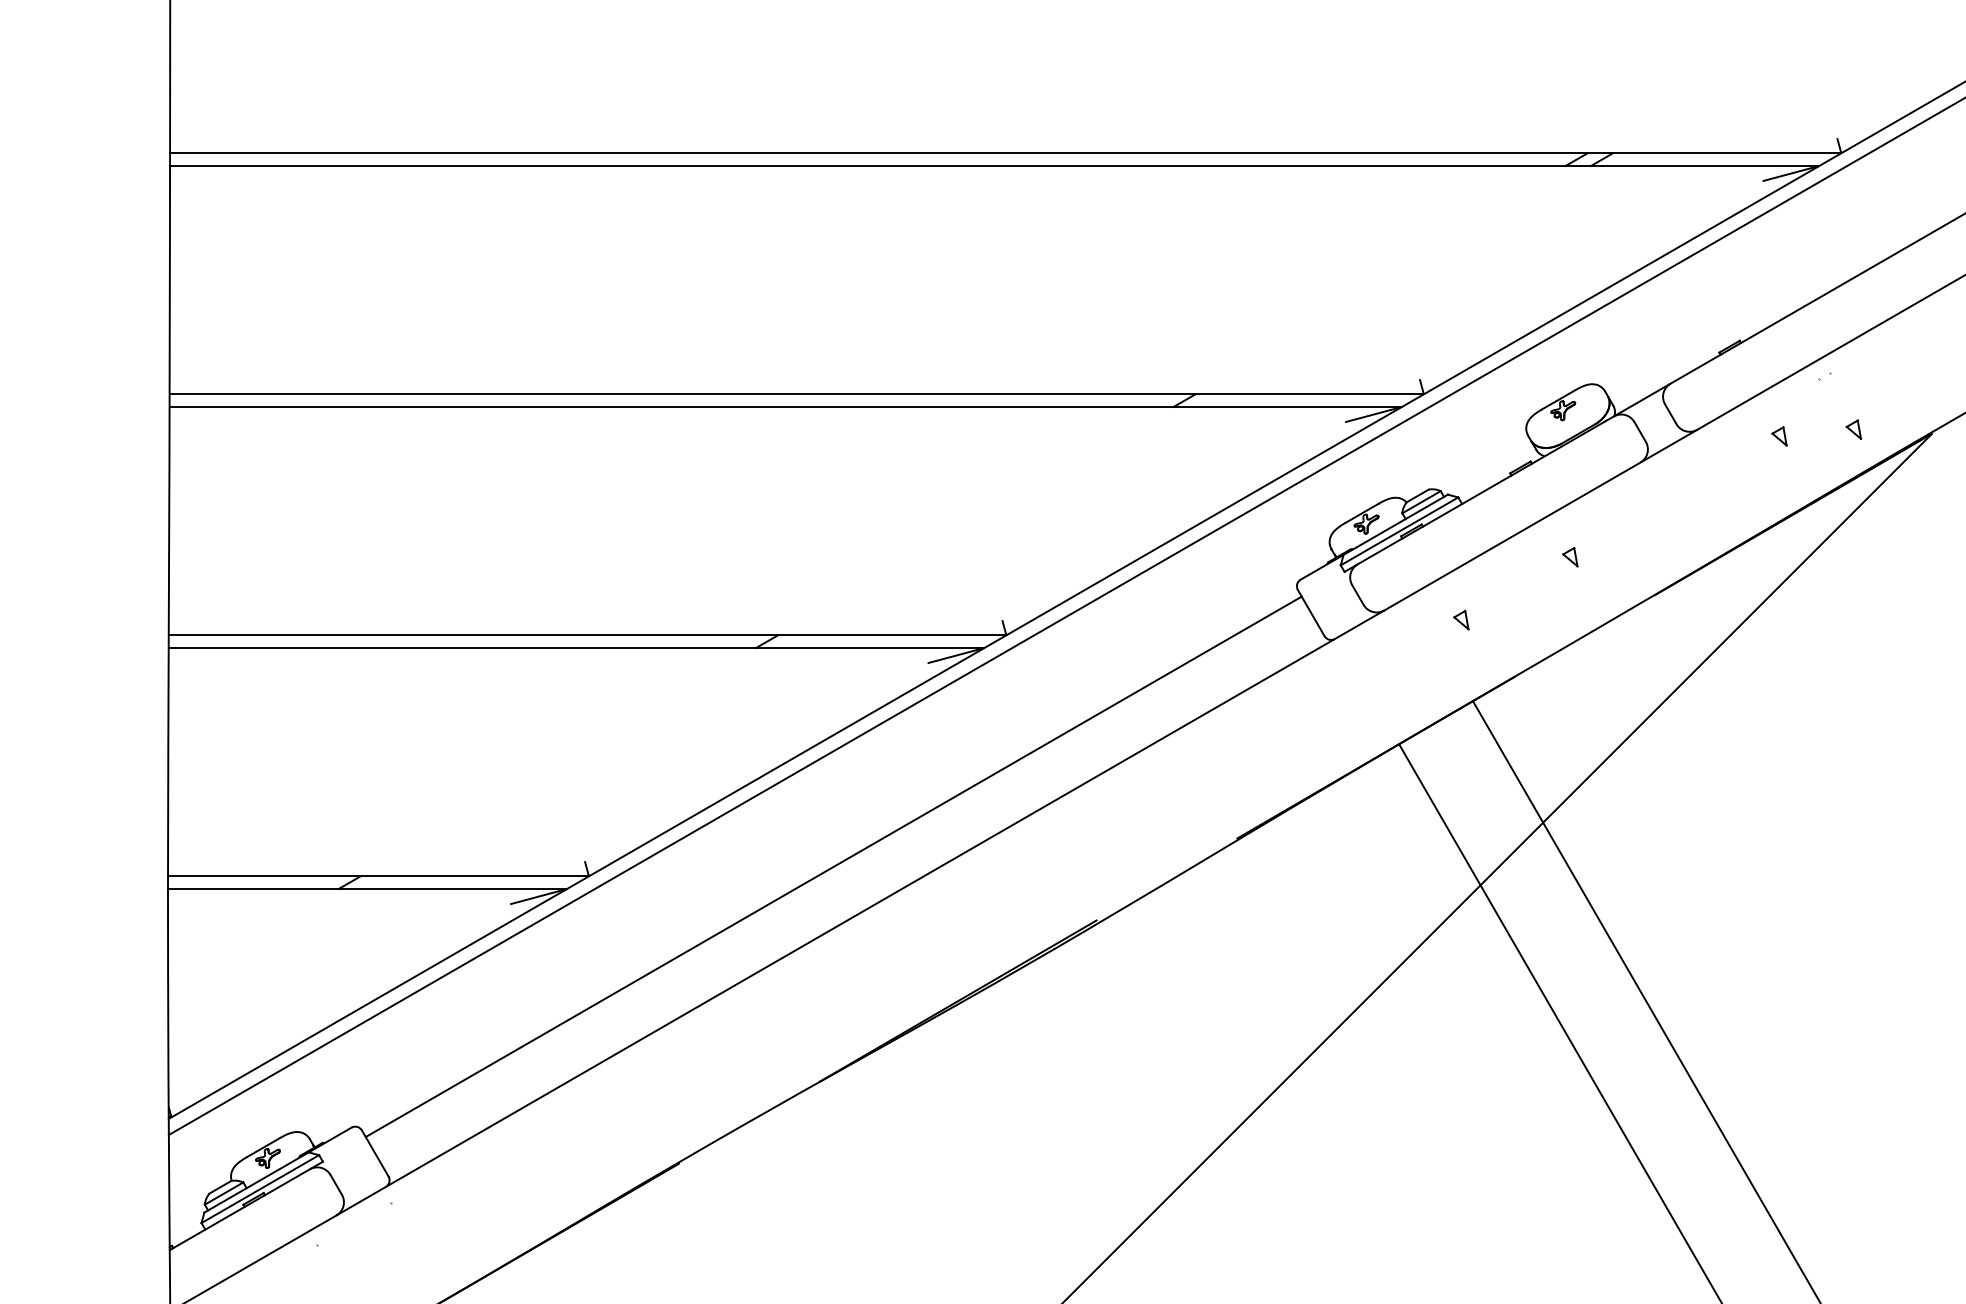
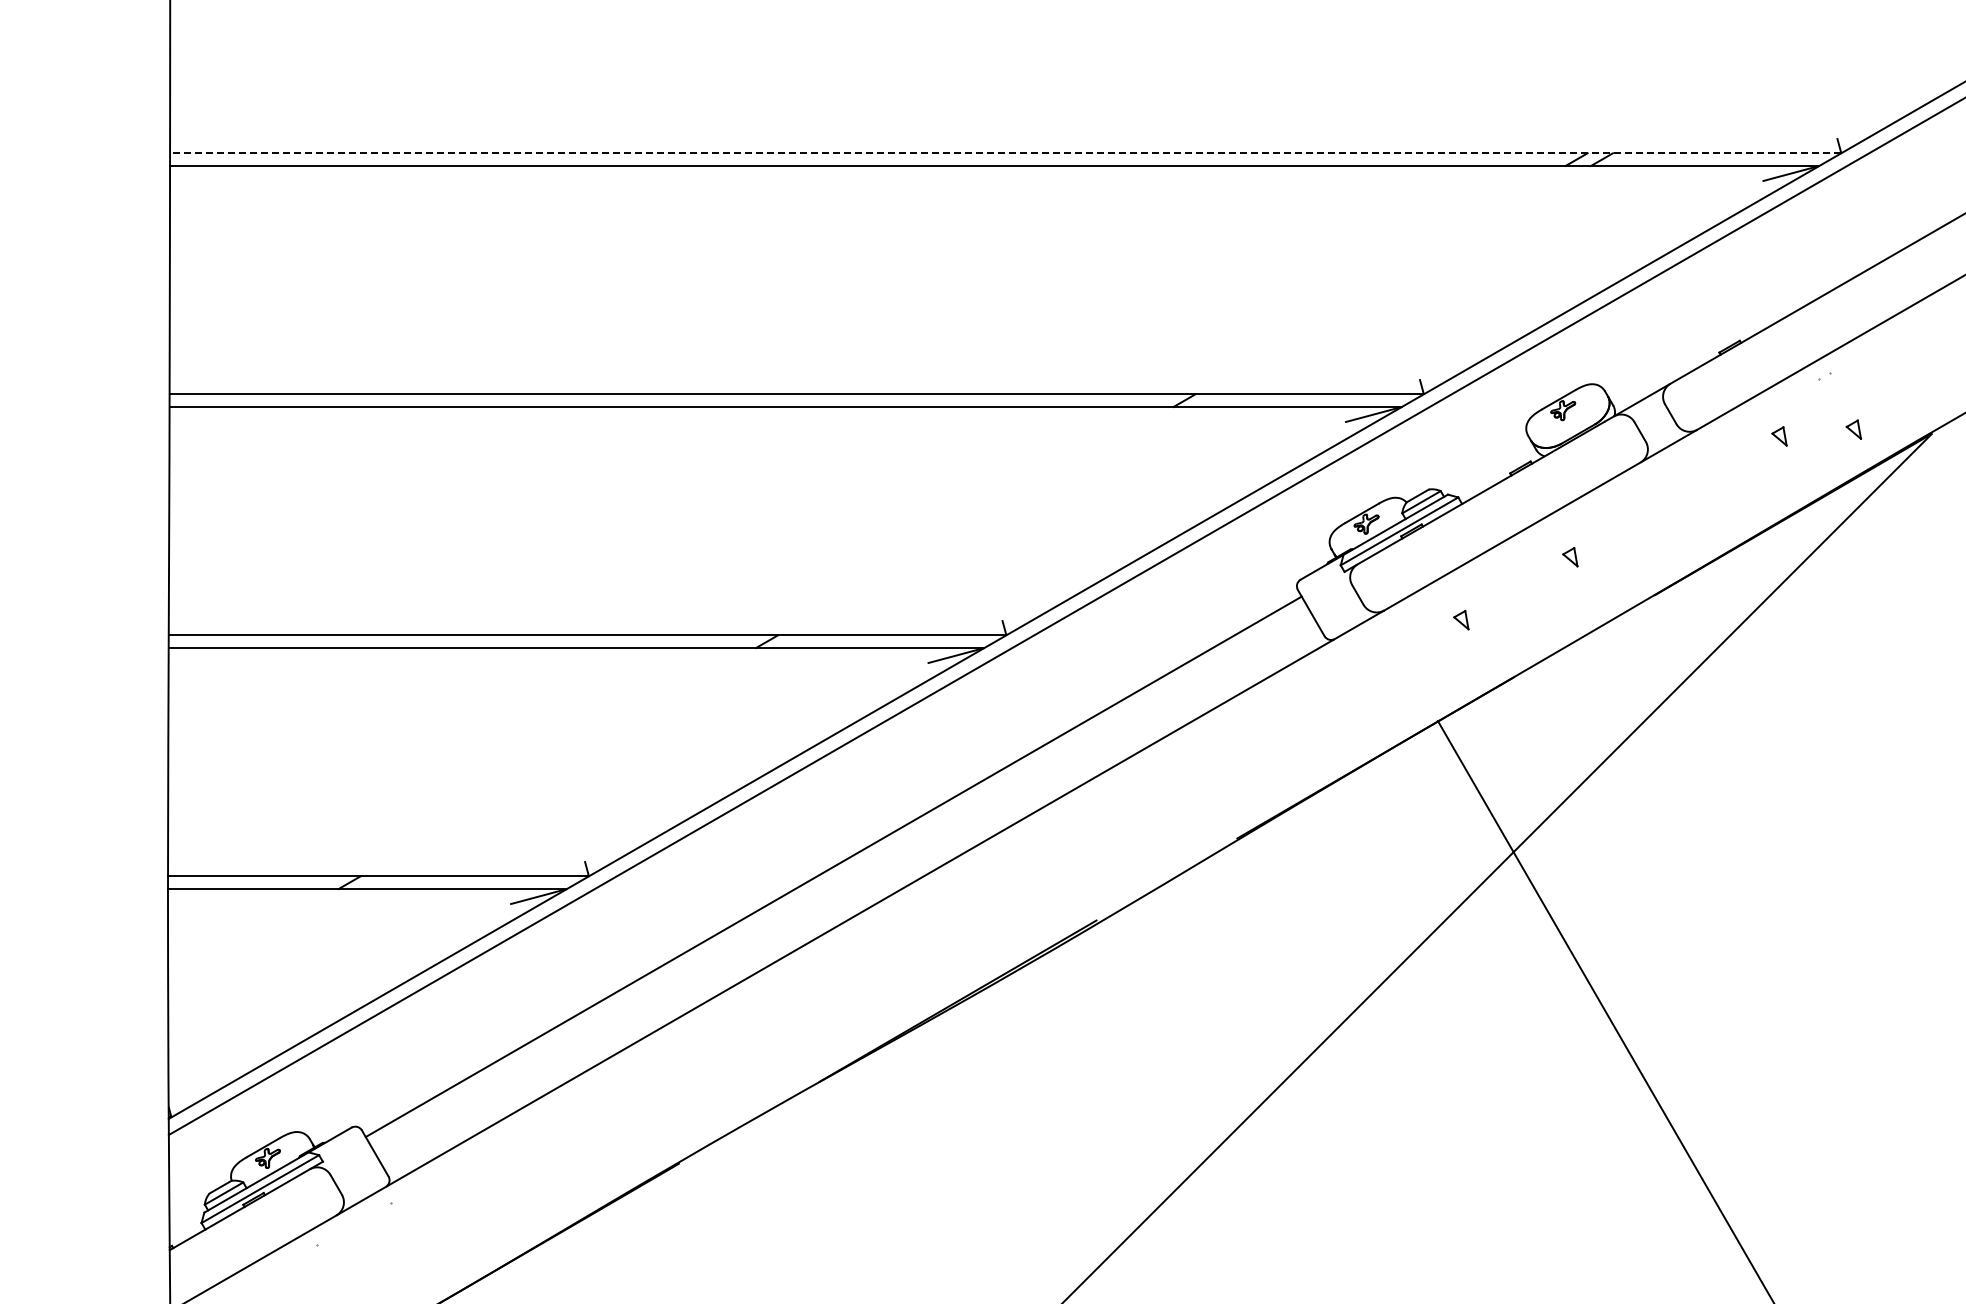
line at (1005, 153): solid -> dashed
line at (1645, 1000) position: (1645, 1000) -> (1604, 1010)
line at (1559, 1022): present -> none
